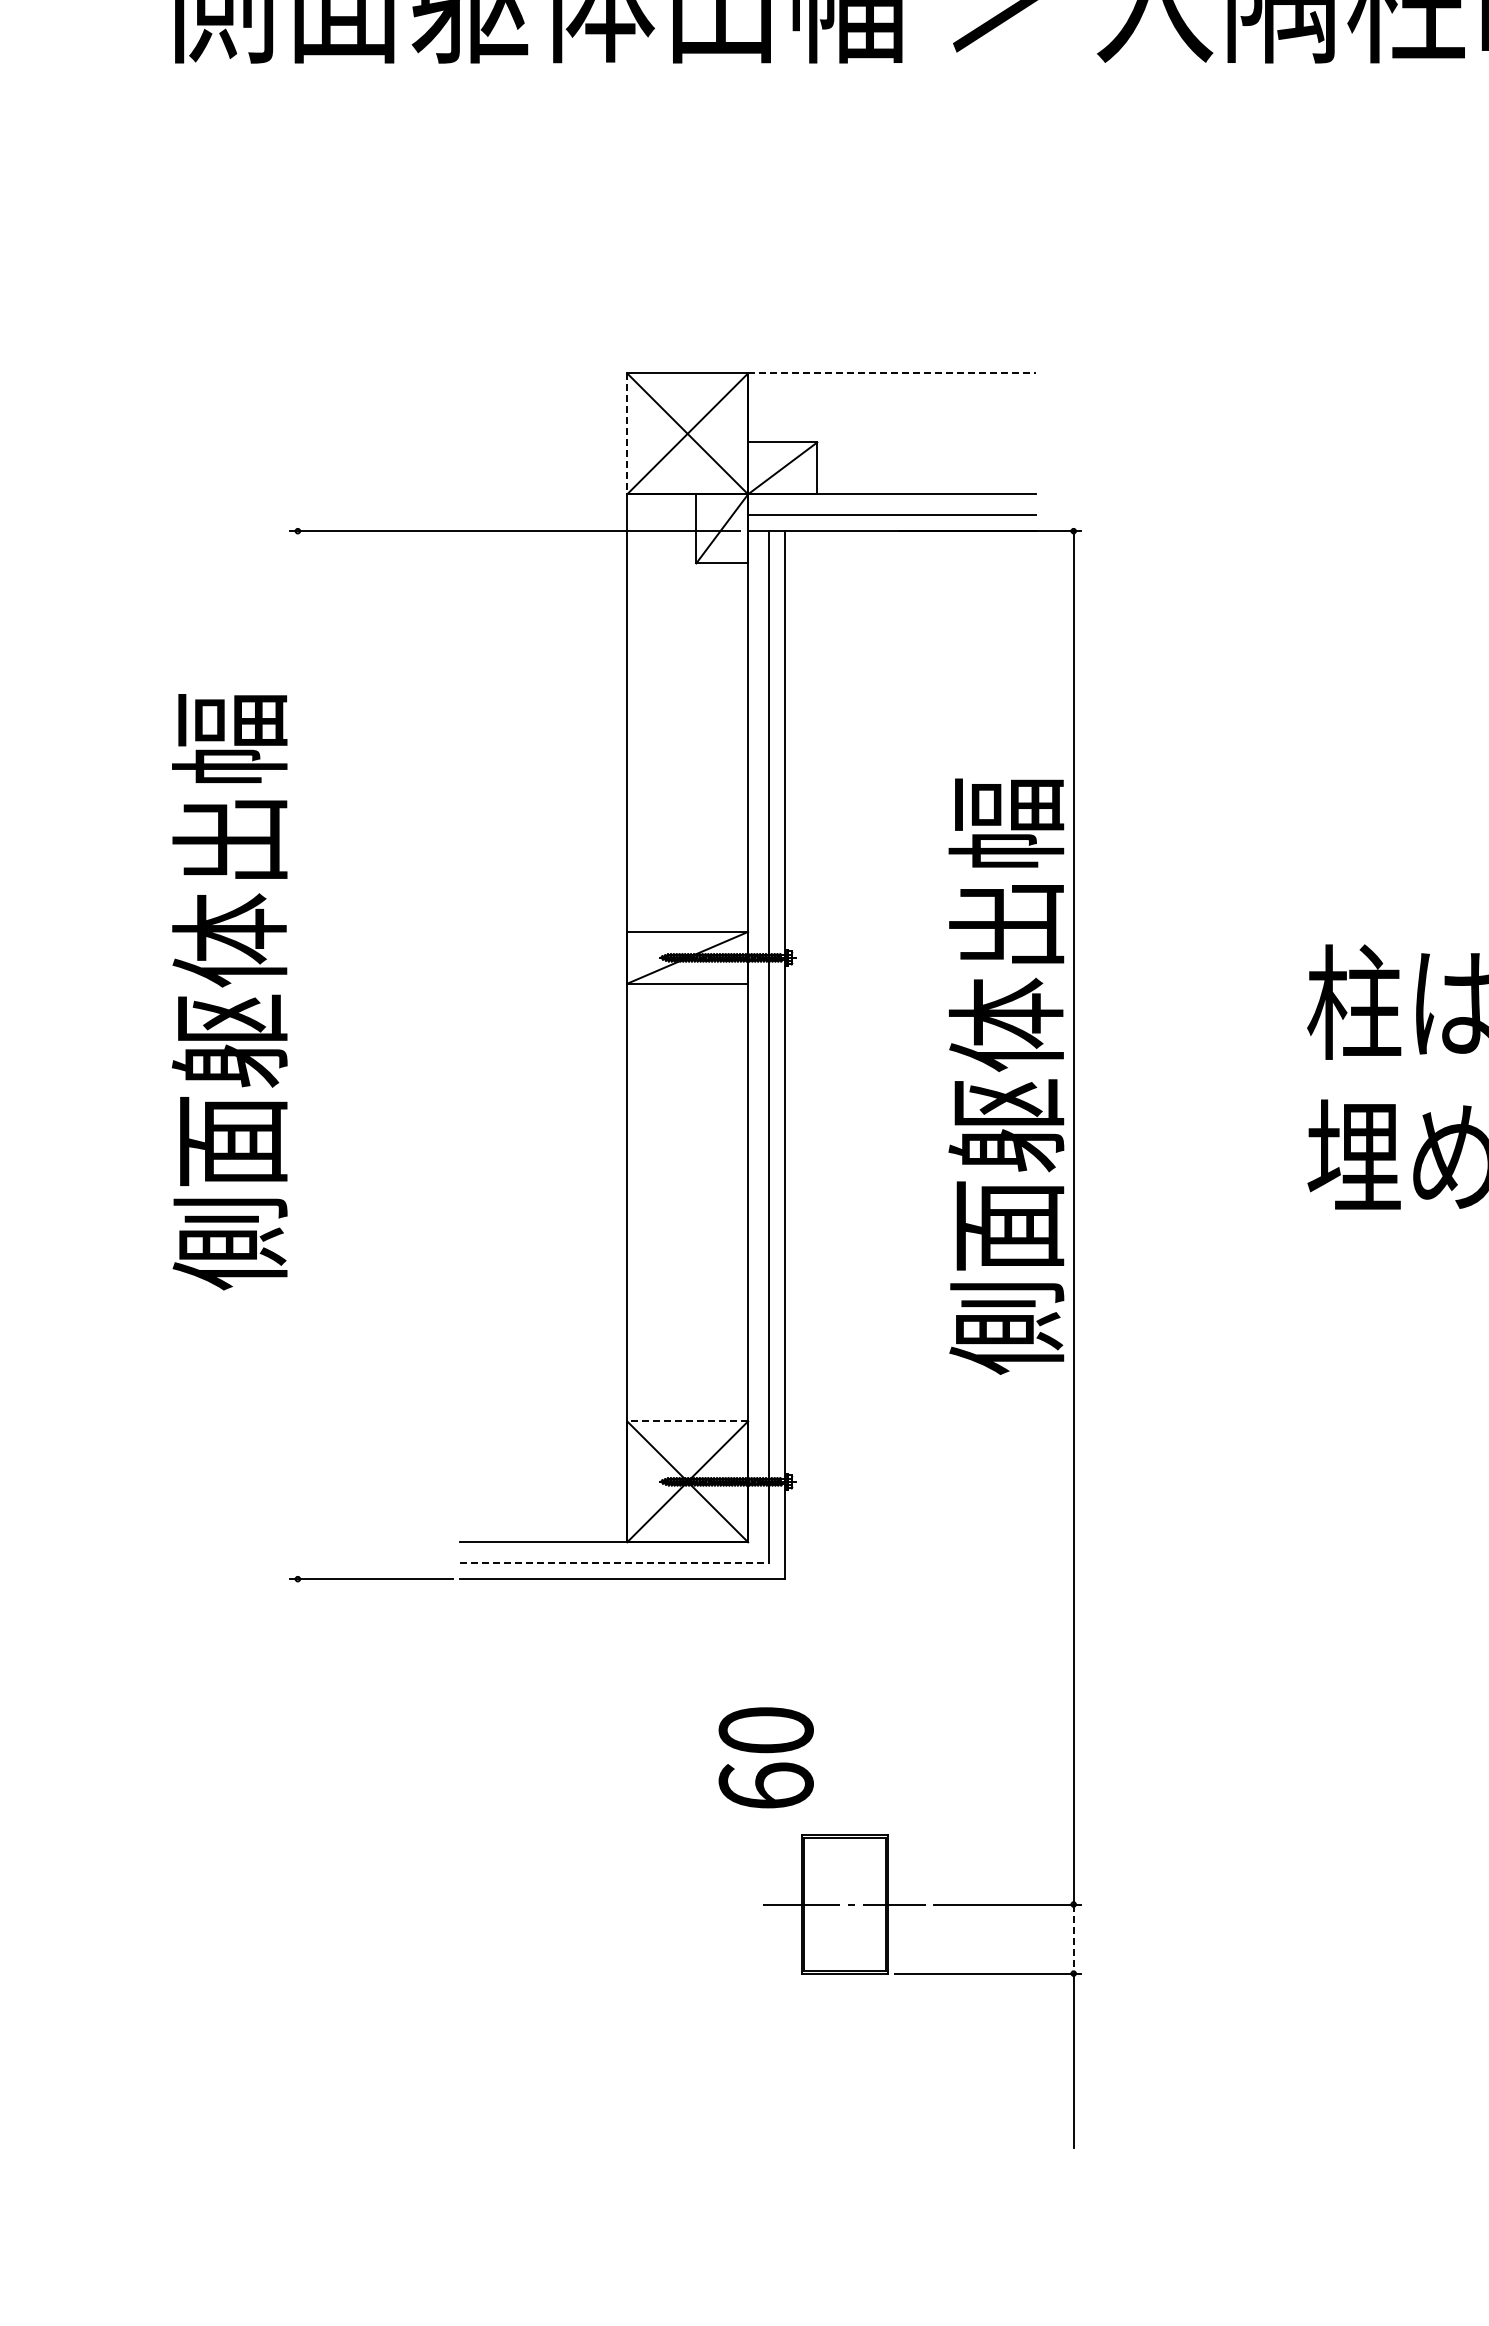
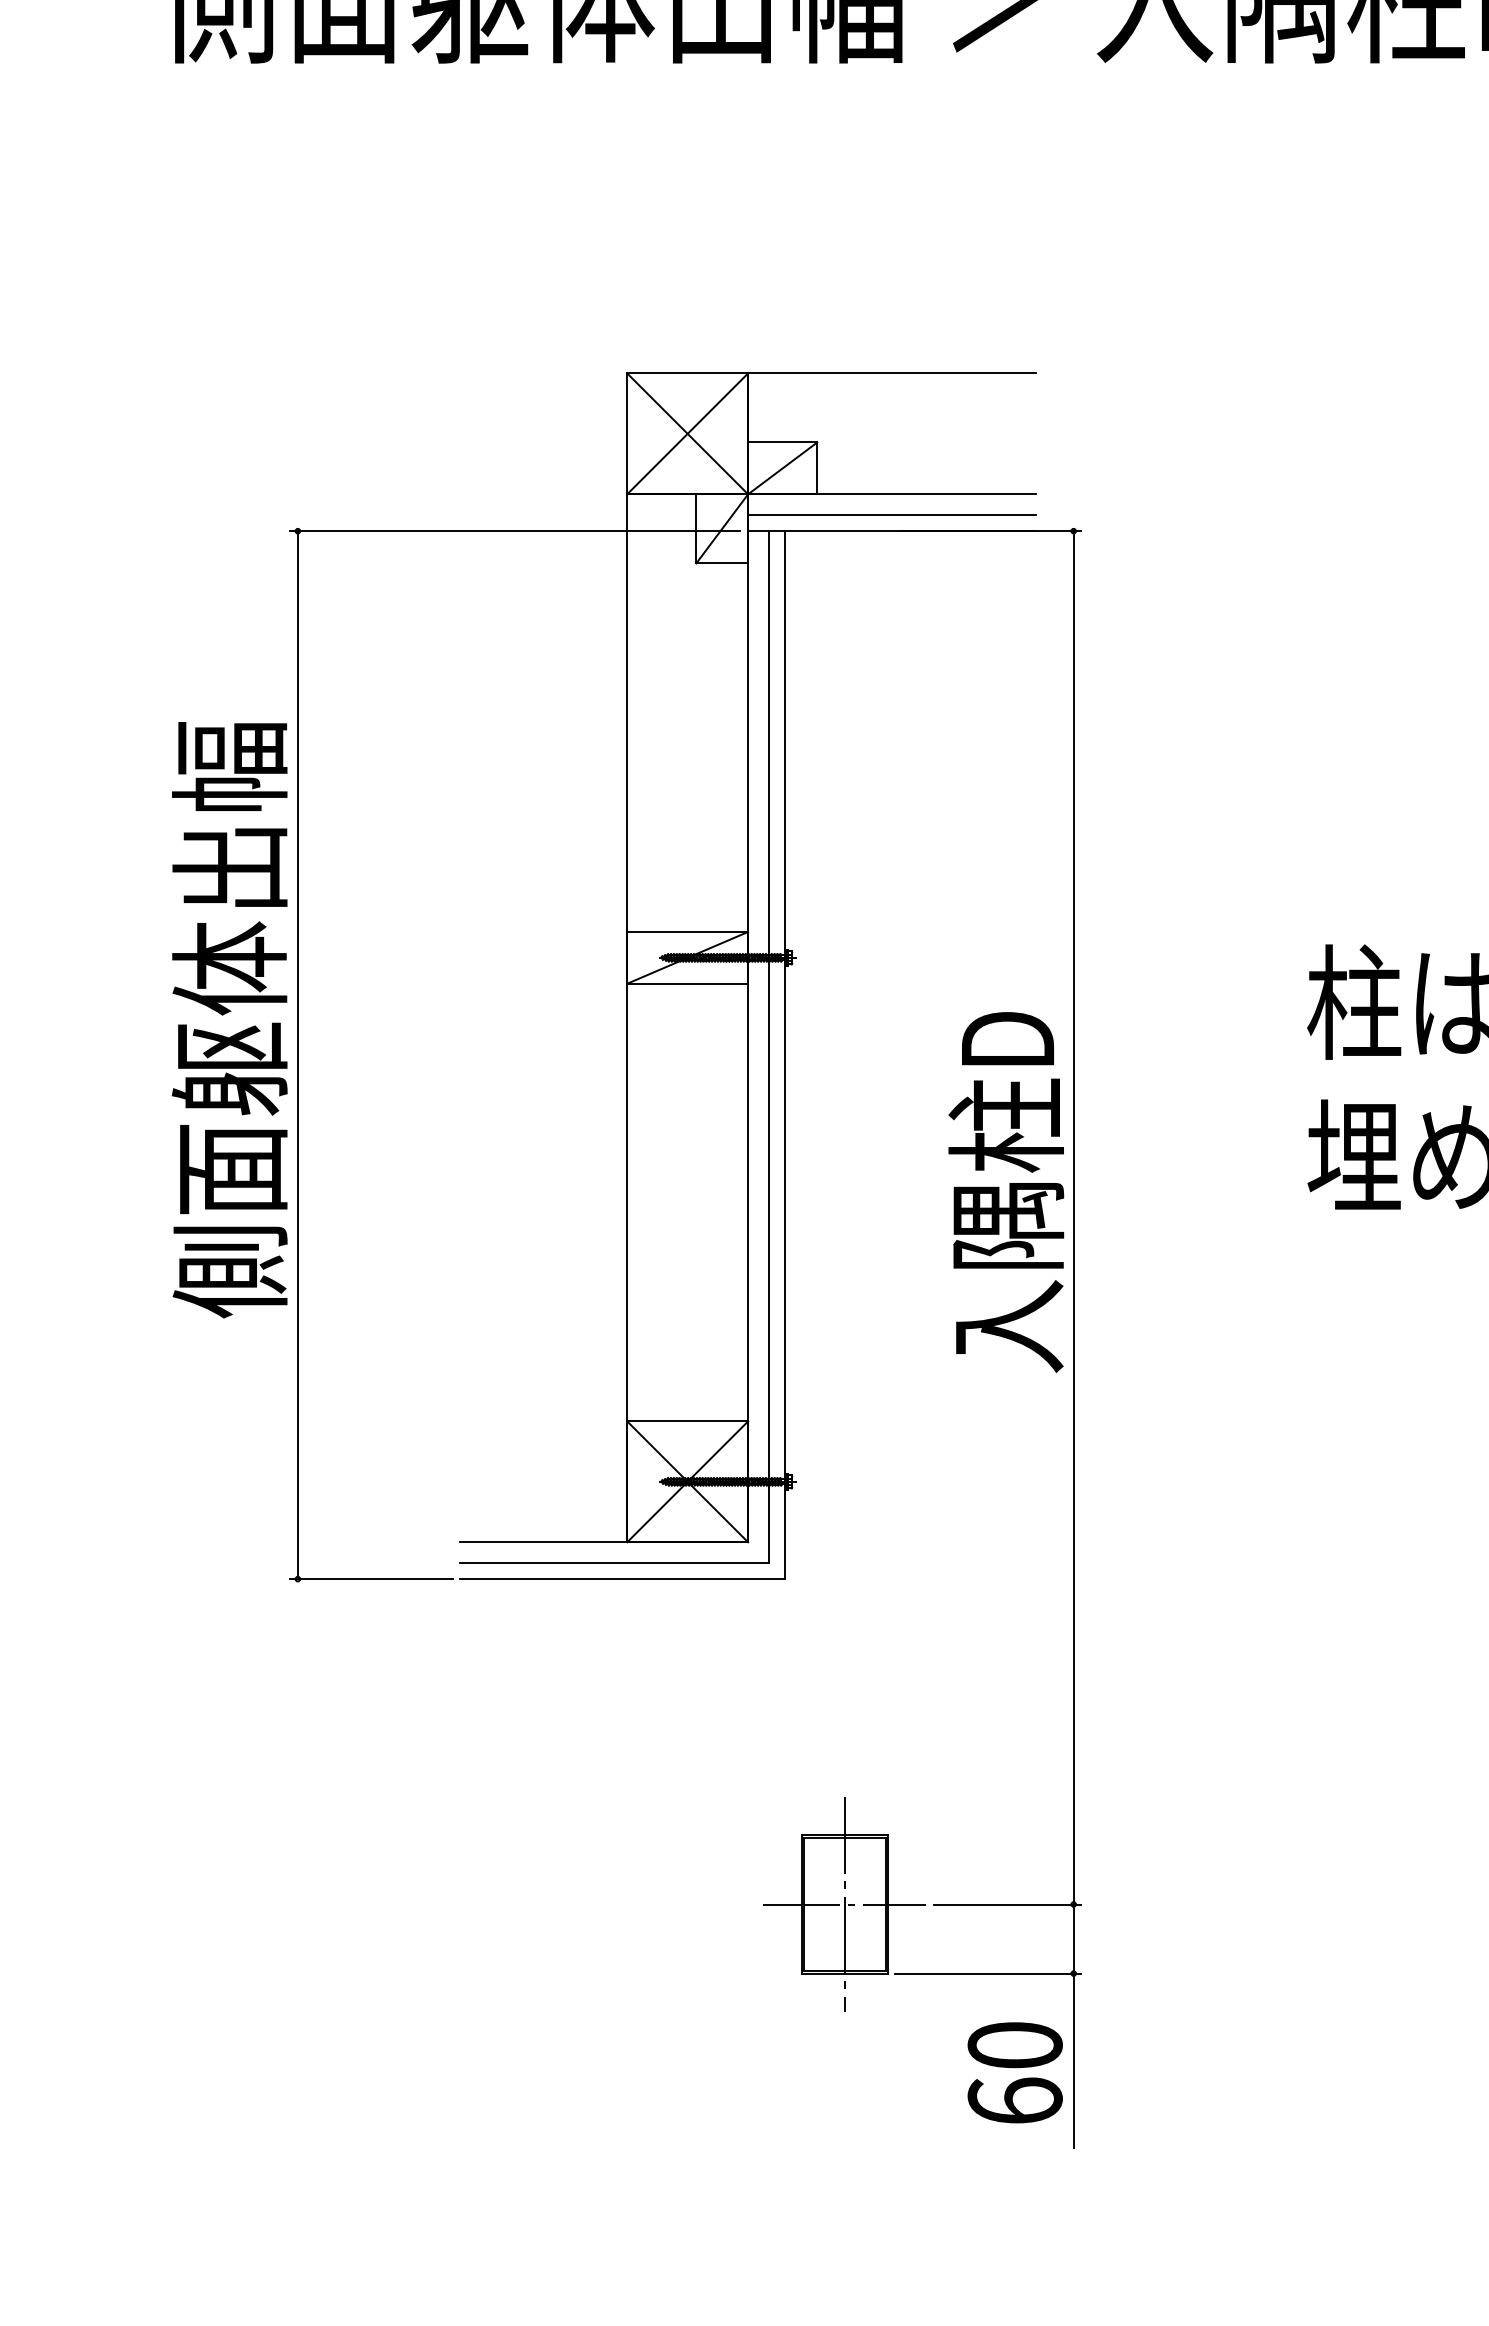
line at (892, 373): dashed -> solid
line at (627, 434): dashed -> solid
text at (229, 992) position: (229, 992) -> (229, 1020)
line at (297, 1055): none -> present
text at (1006, 1076): 側面躯体出幅 -> 入隅柱D
line at (687, 1421): dashed -> solid
line at (615, 1563): dashed -> solid
text at (765, 1757) position: (765, 1757) -> (1014, 2072)
line at (844, 1904): none -> present
line at (1073, 1939): dashed -> solid
